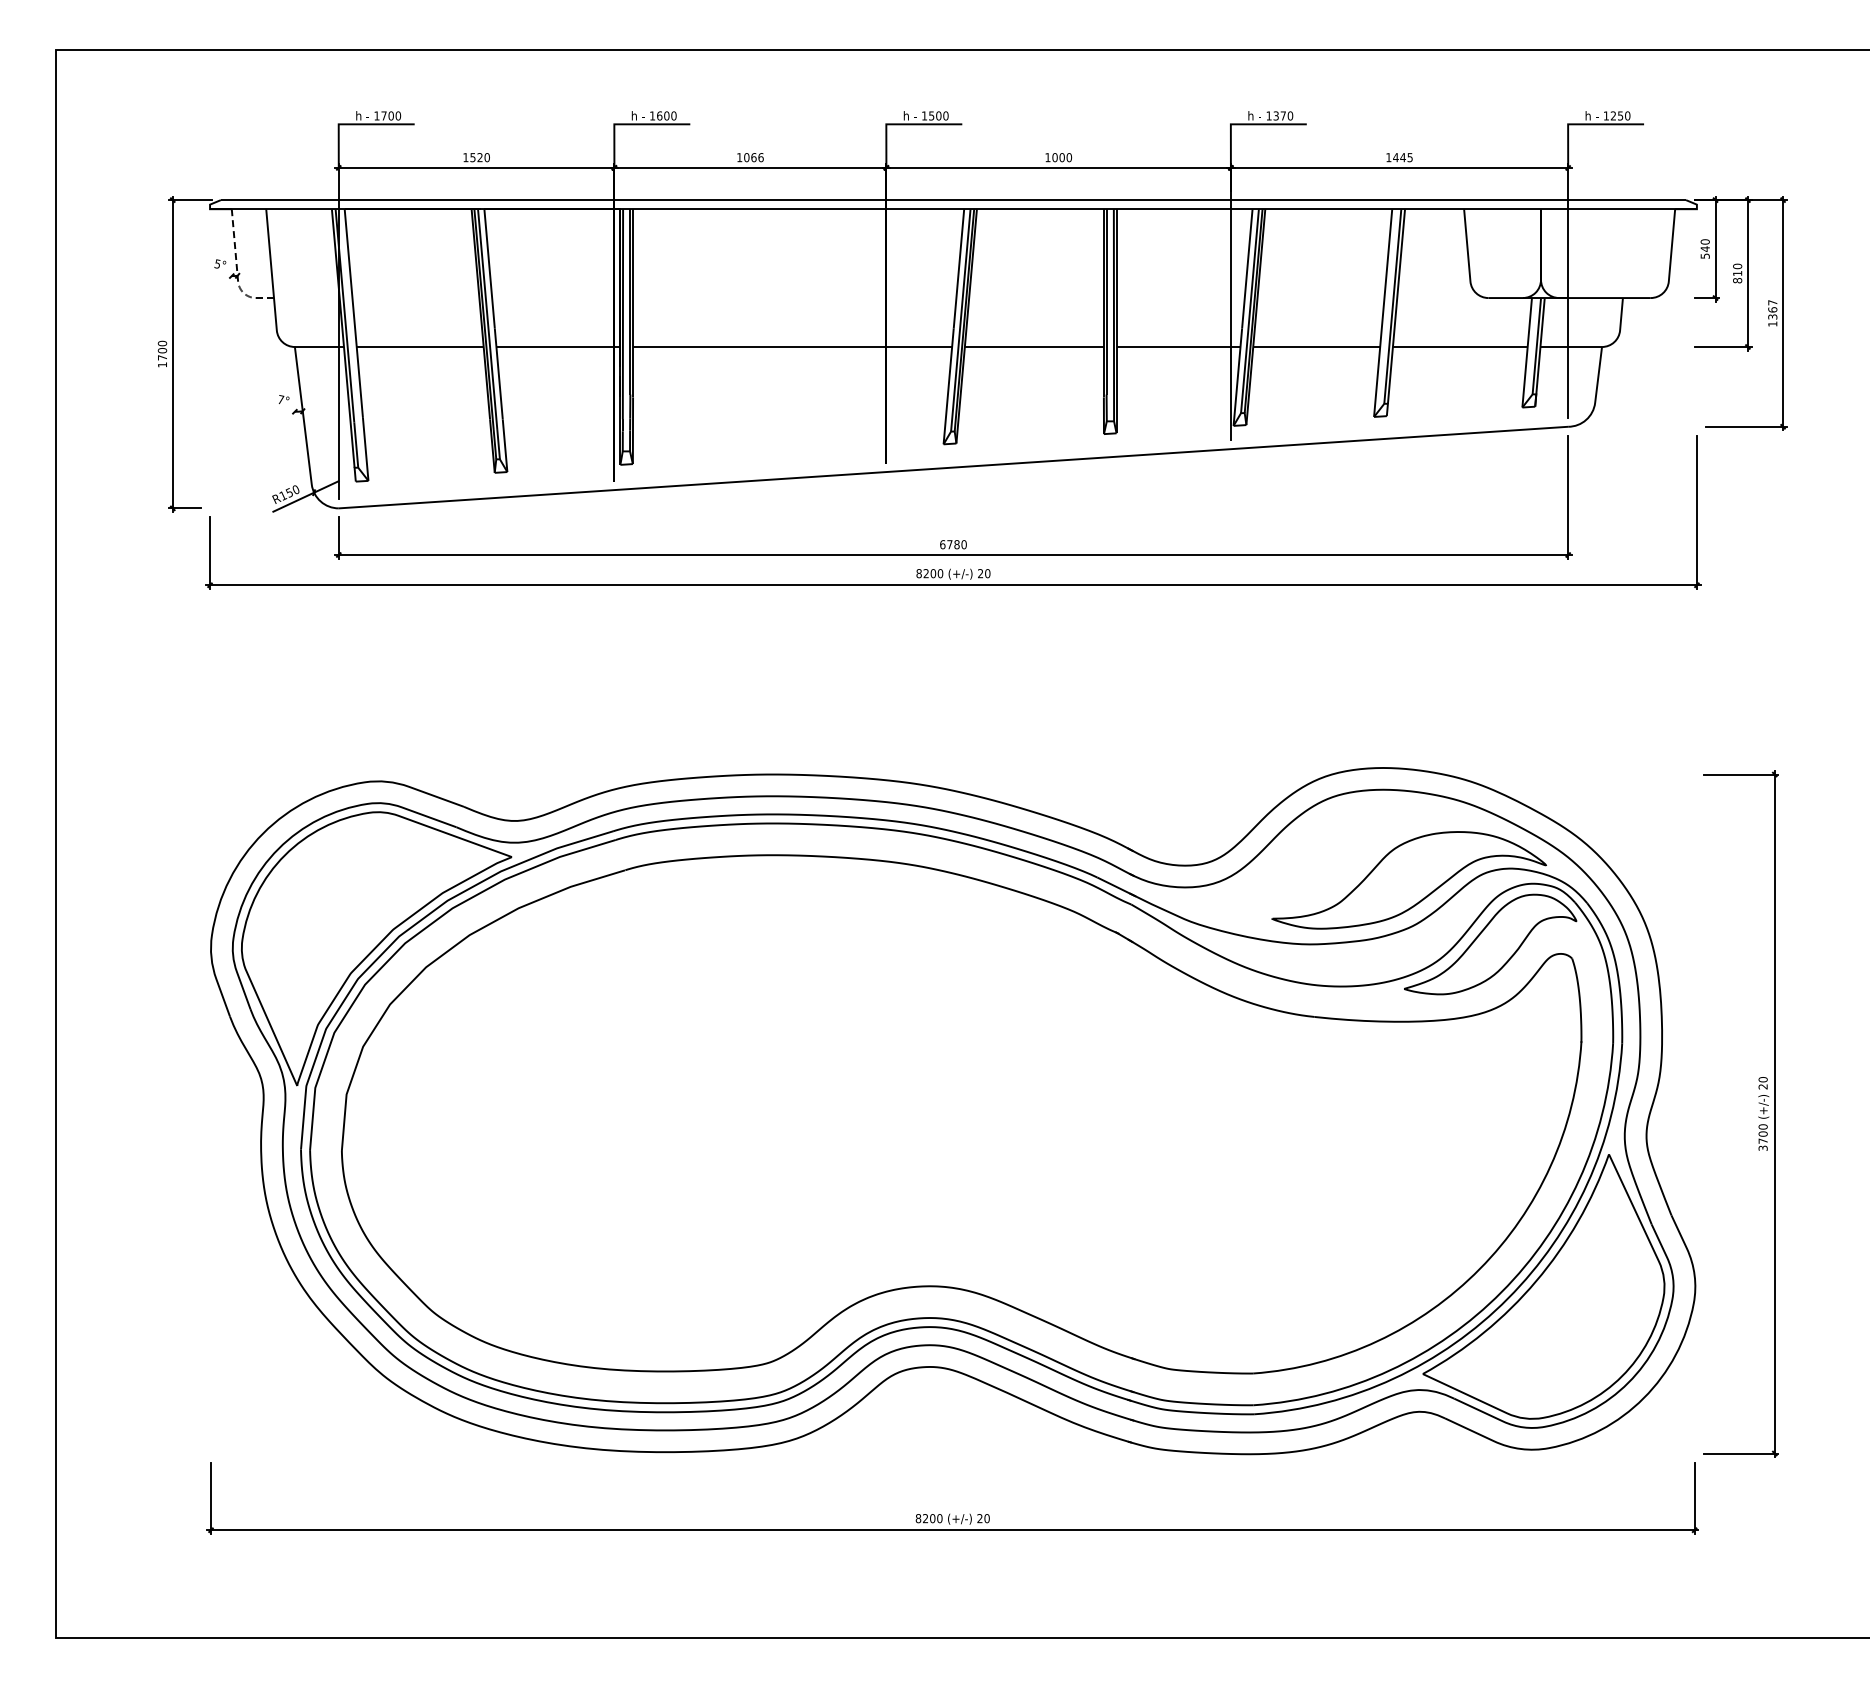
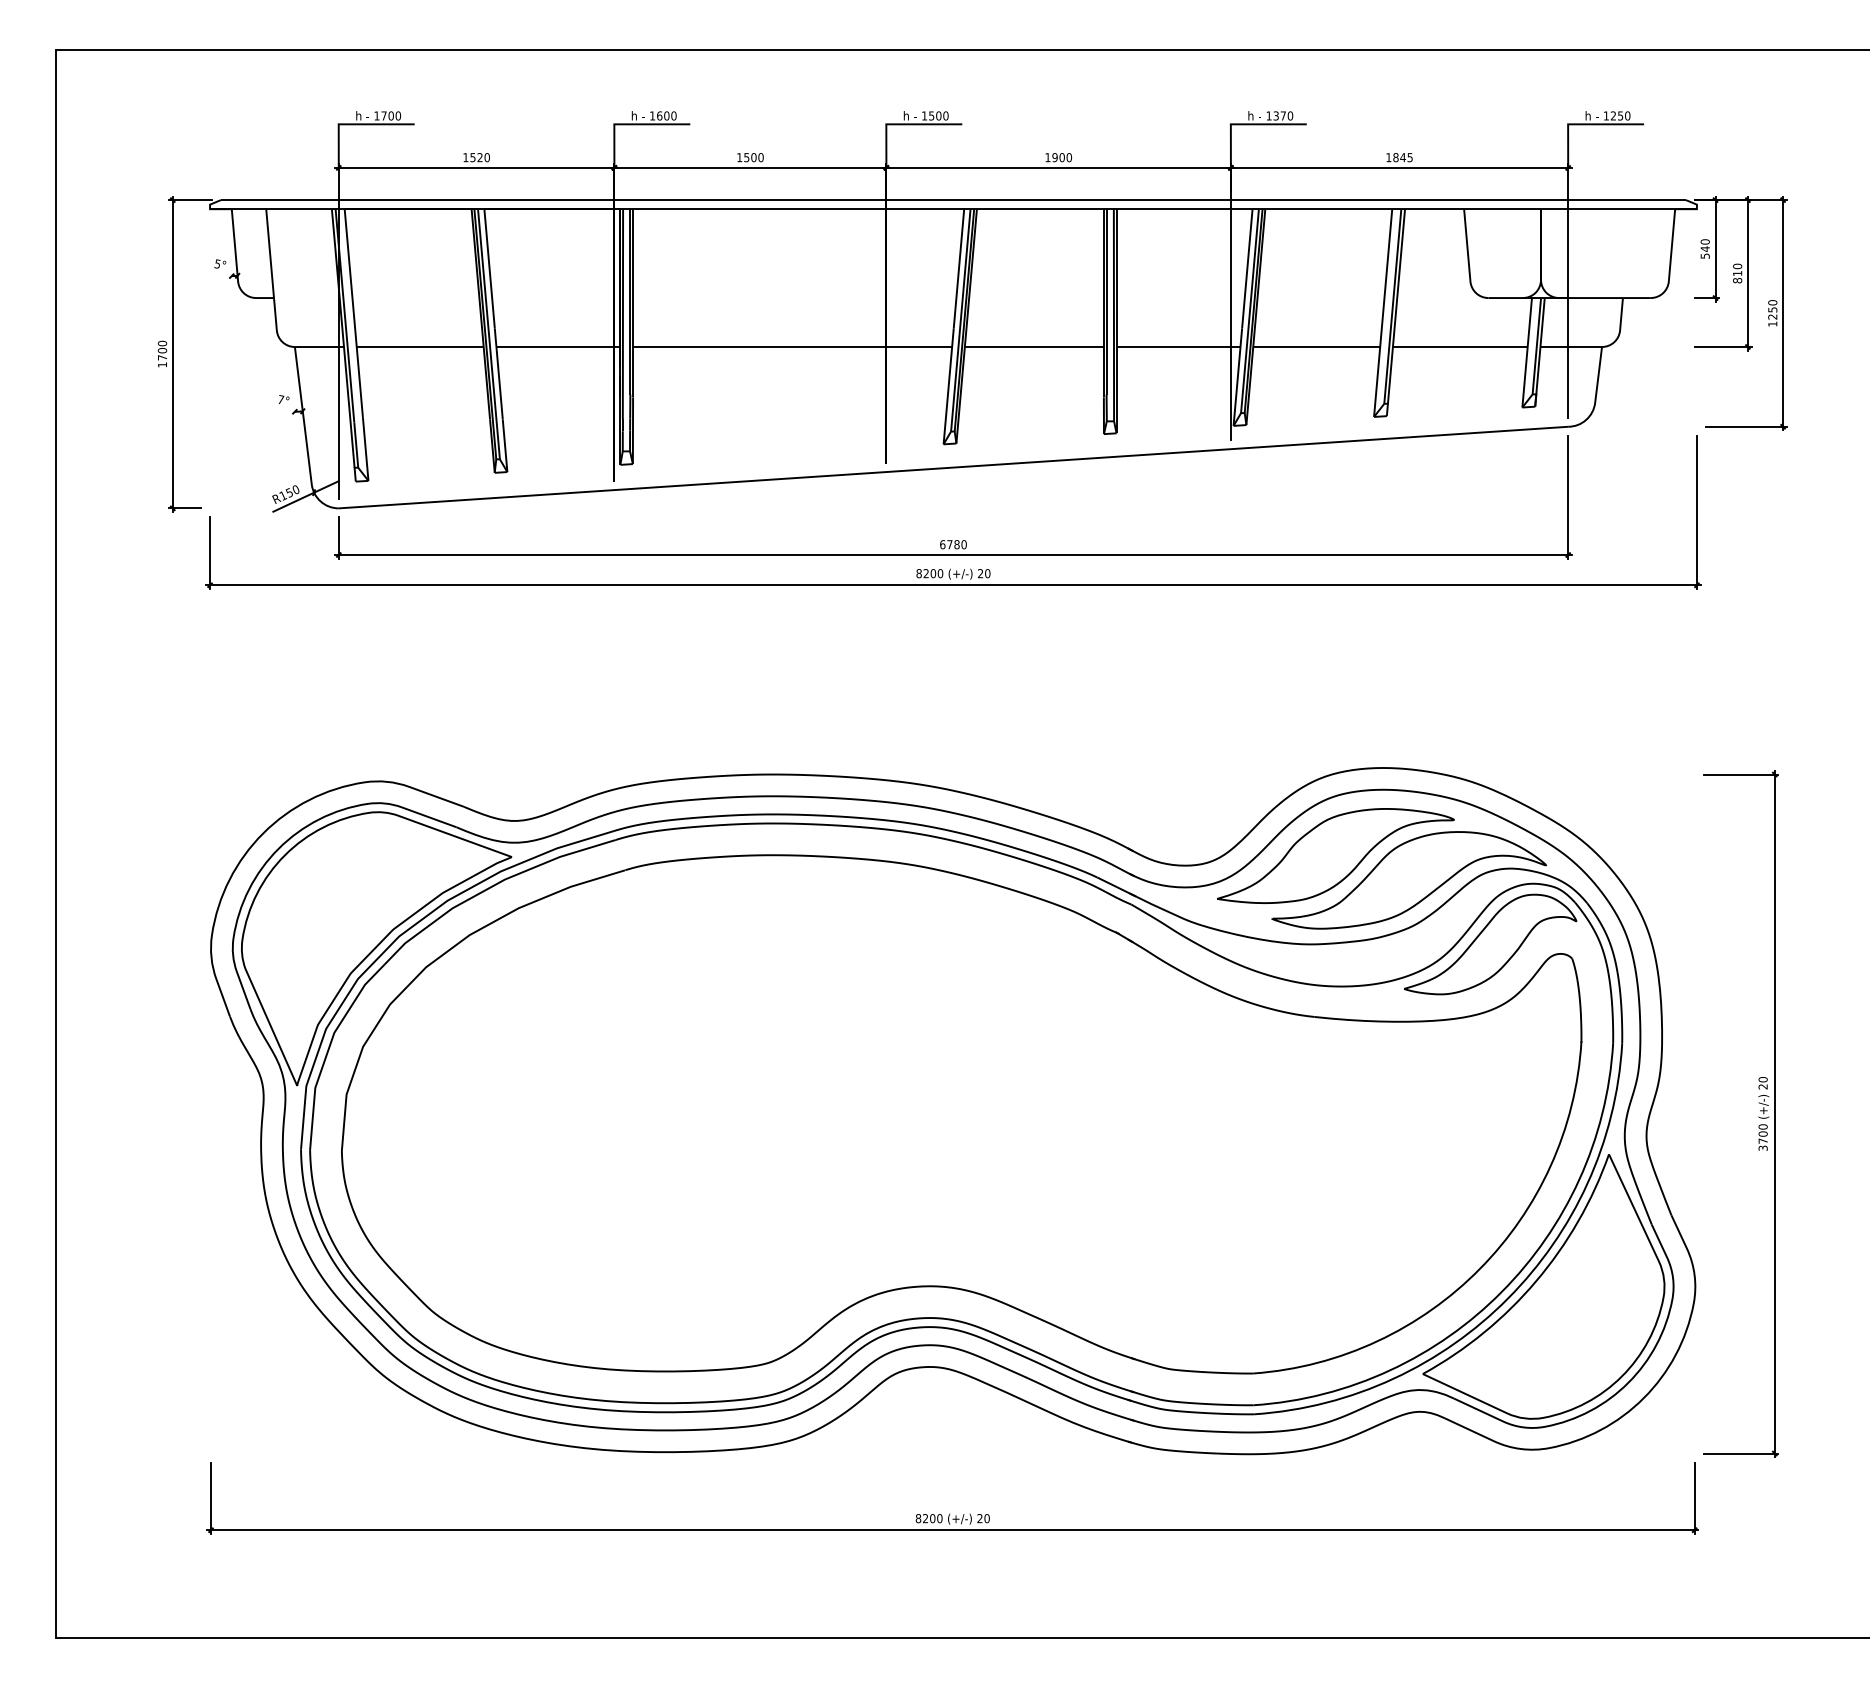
text at (753, 157): 1066 -> 1500
text at (1054, 157): 1000 -> 1900
text at (1395, 157): 1445 -> 1845
line at (237, 274): dashed -> solid
text at (1772, 309): 1367 -> 1250
part at (1335, 855): none -> present
